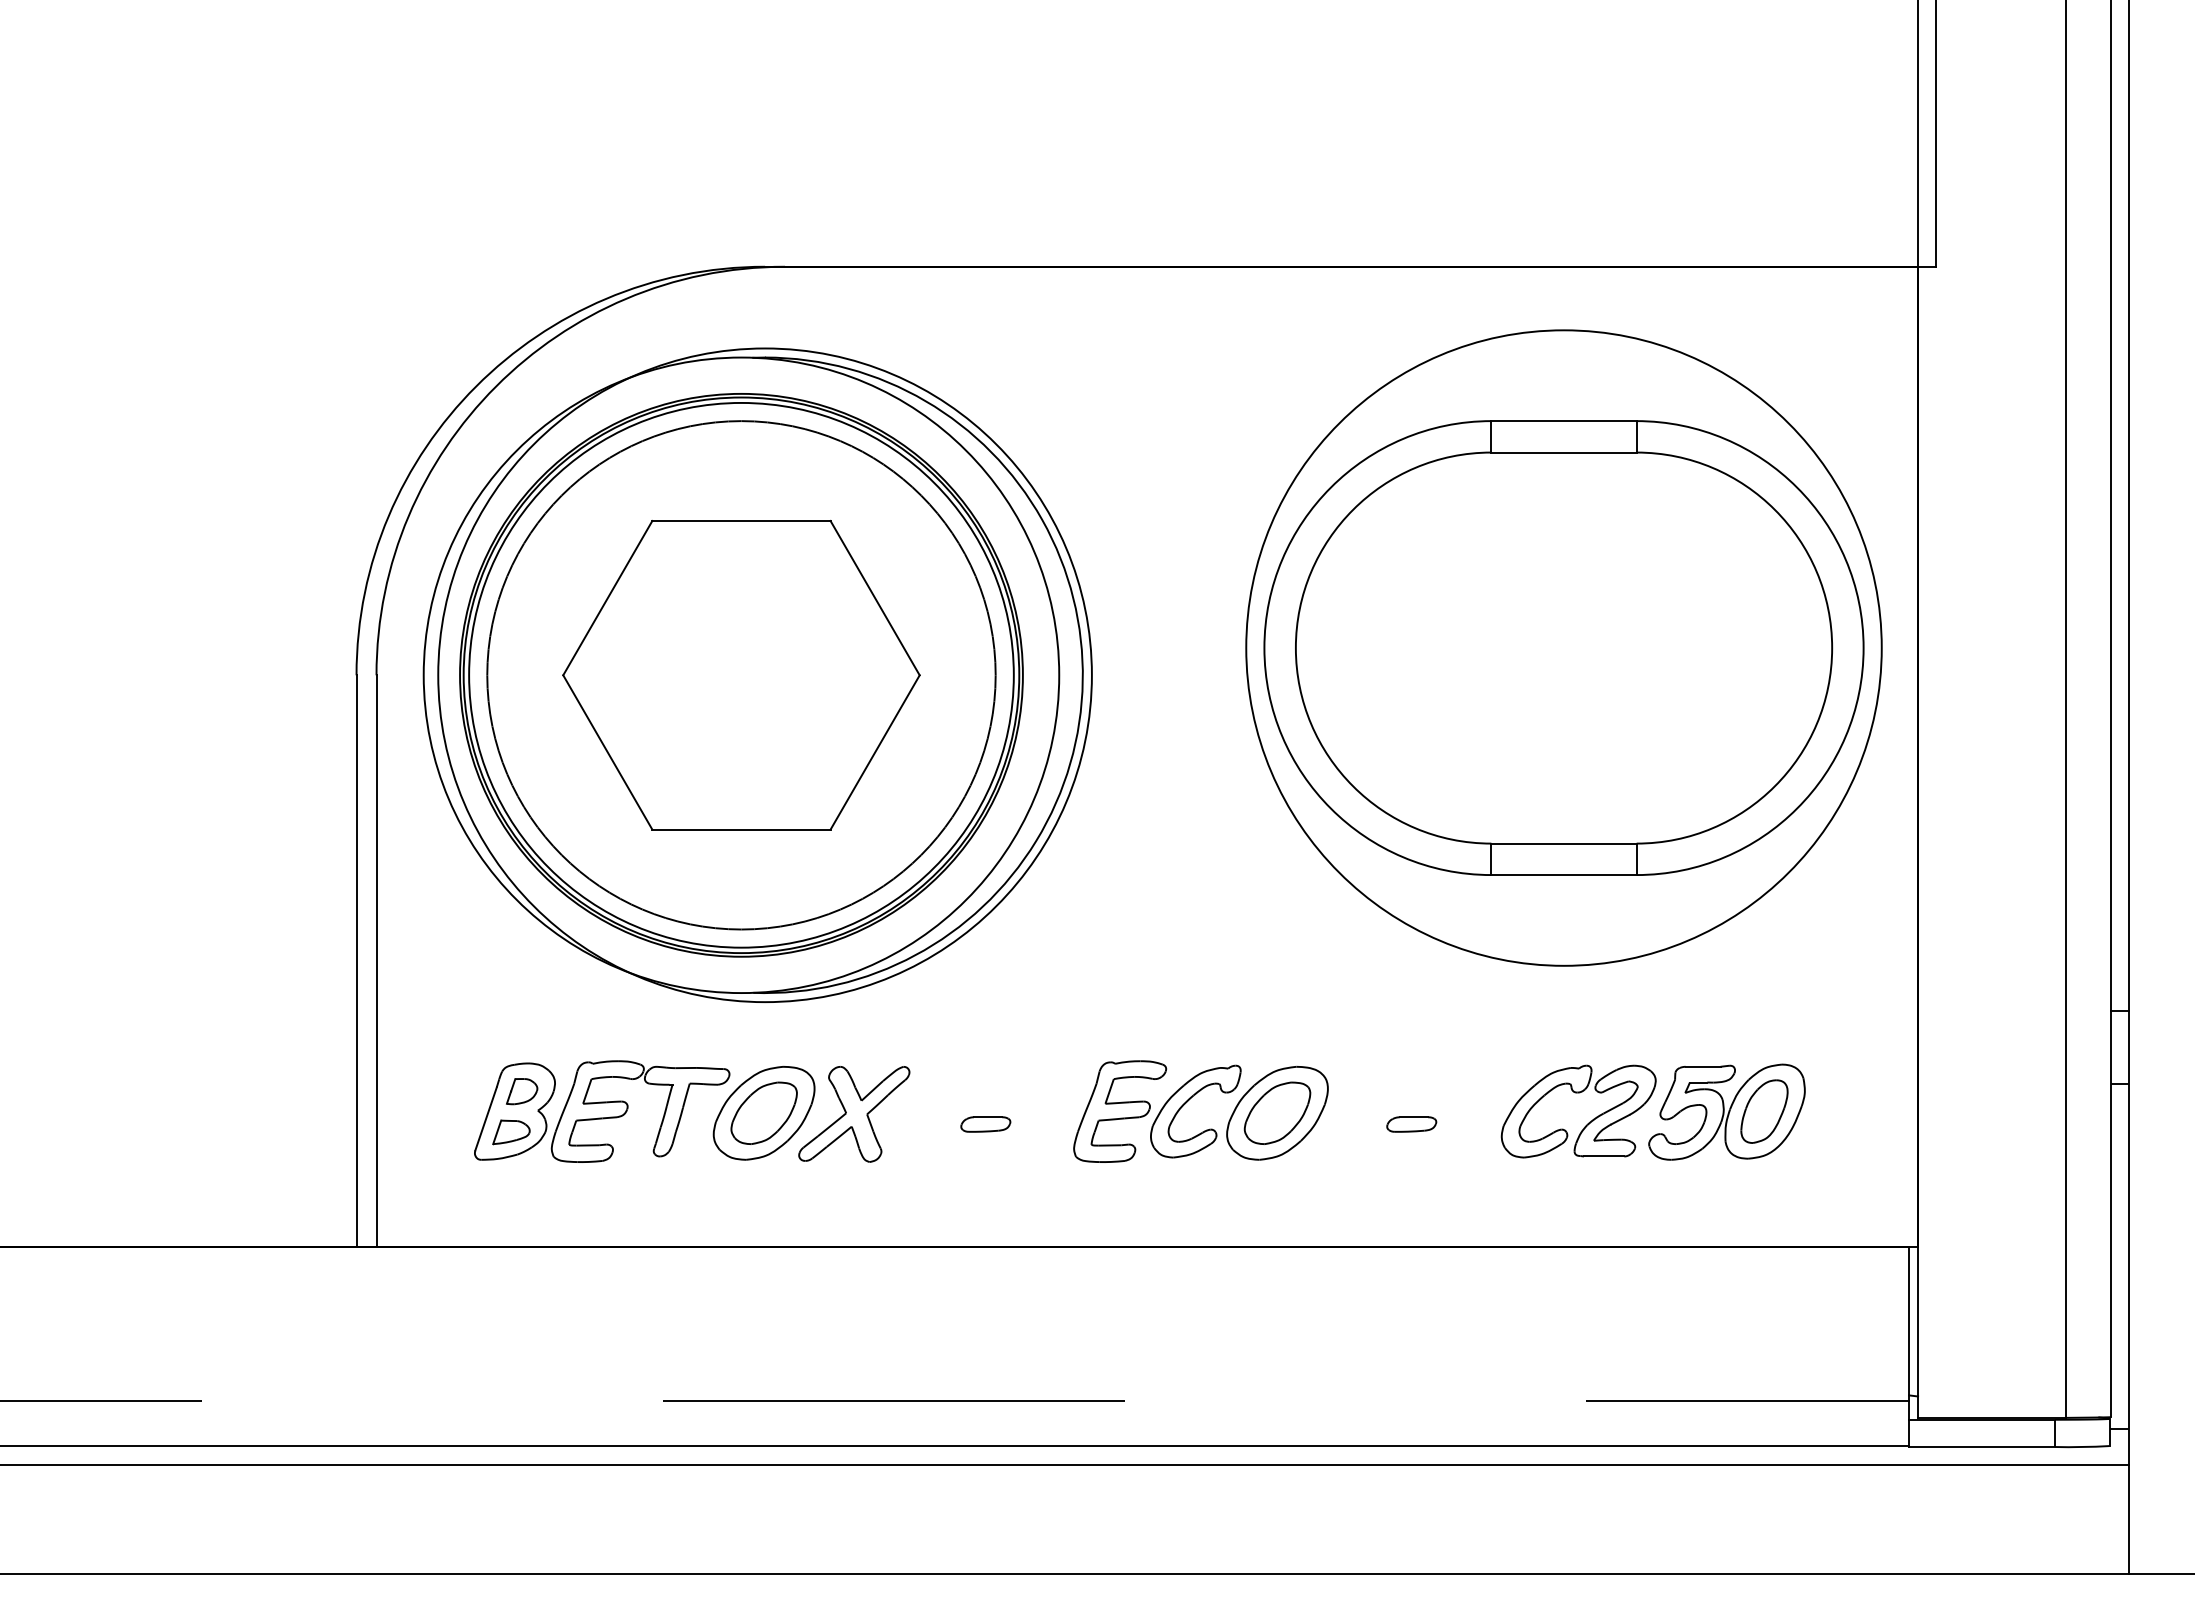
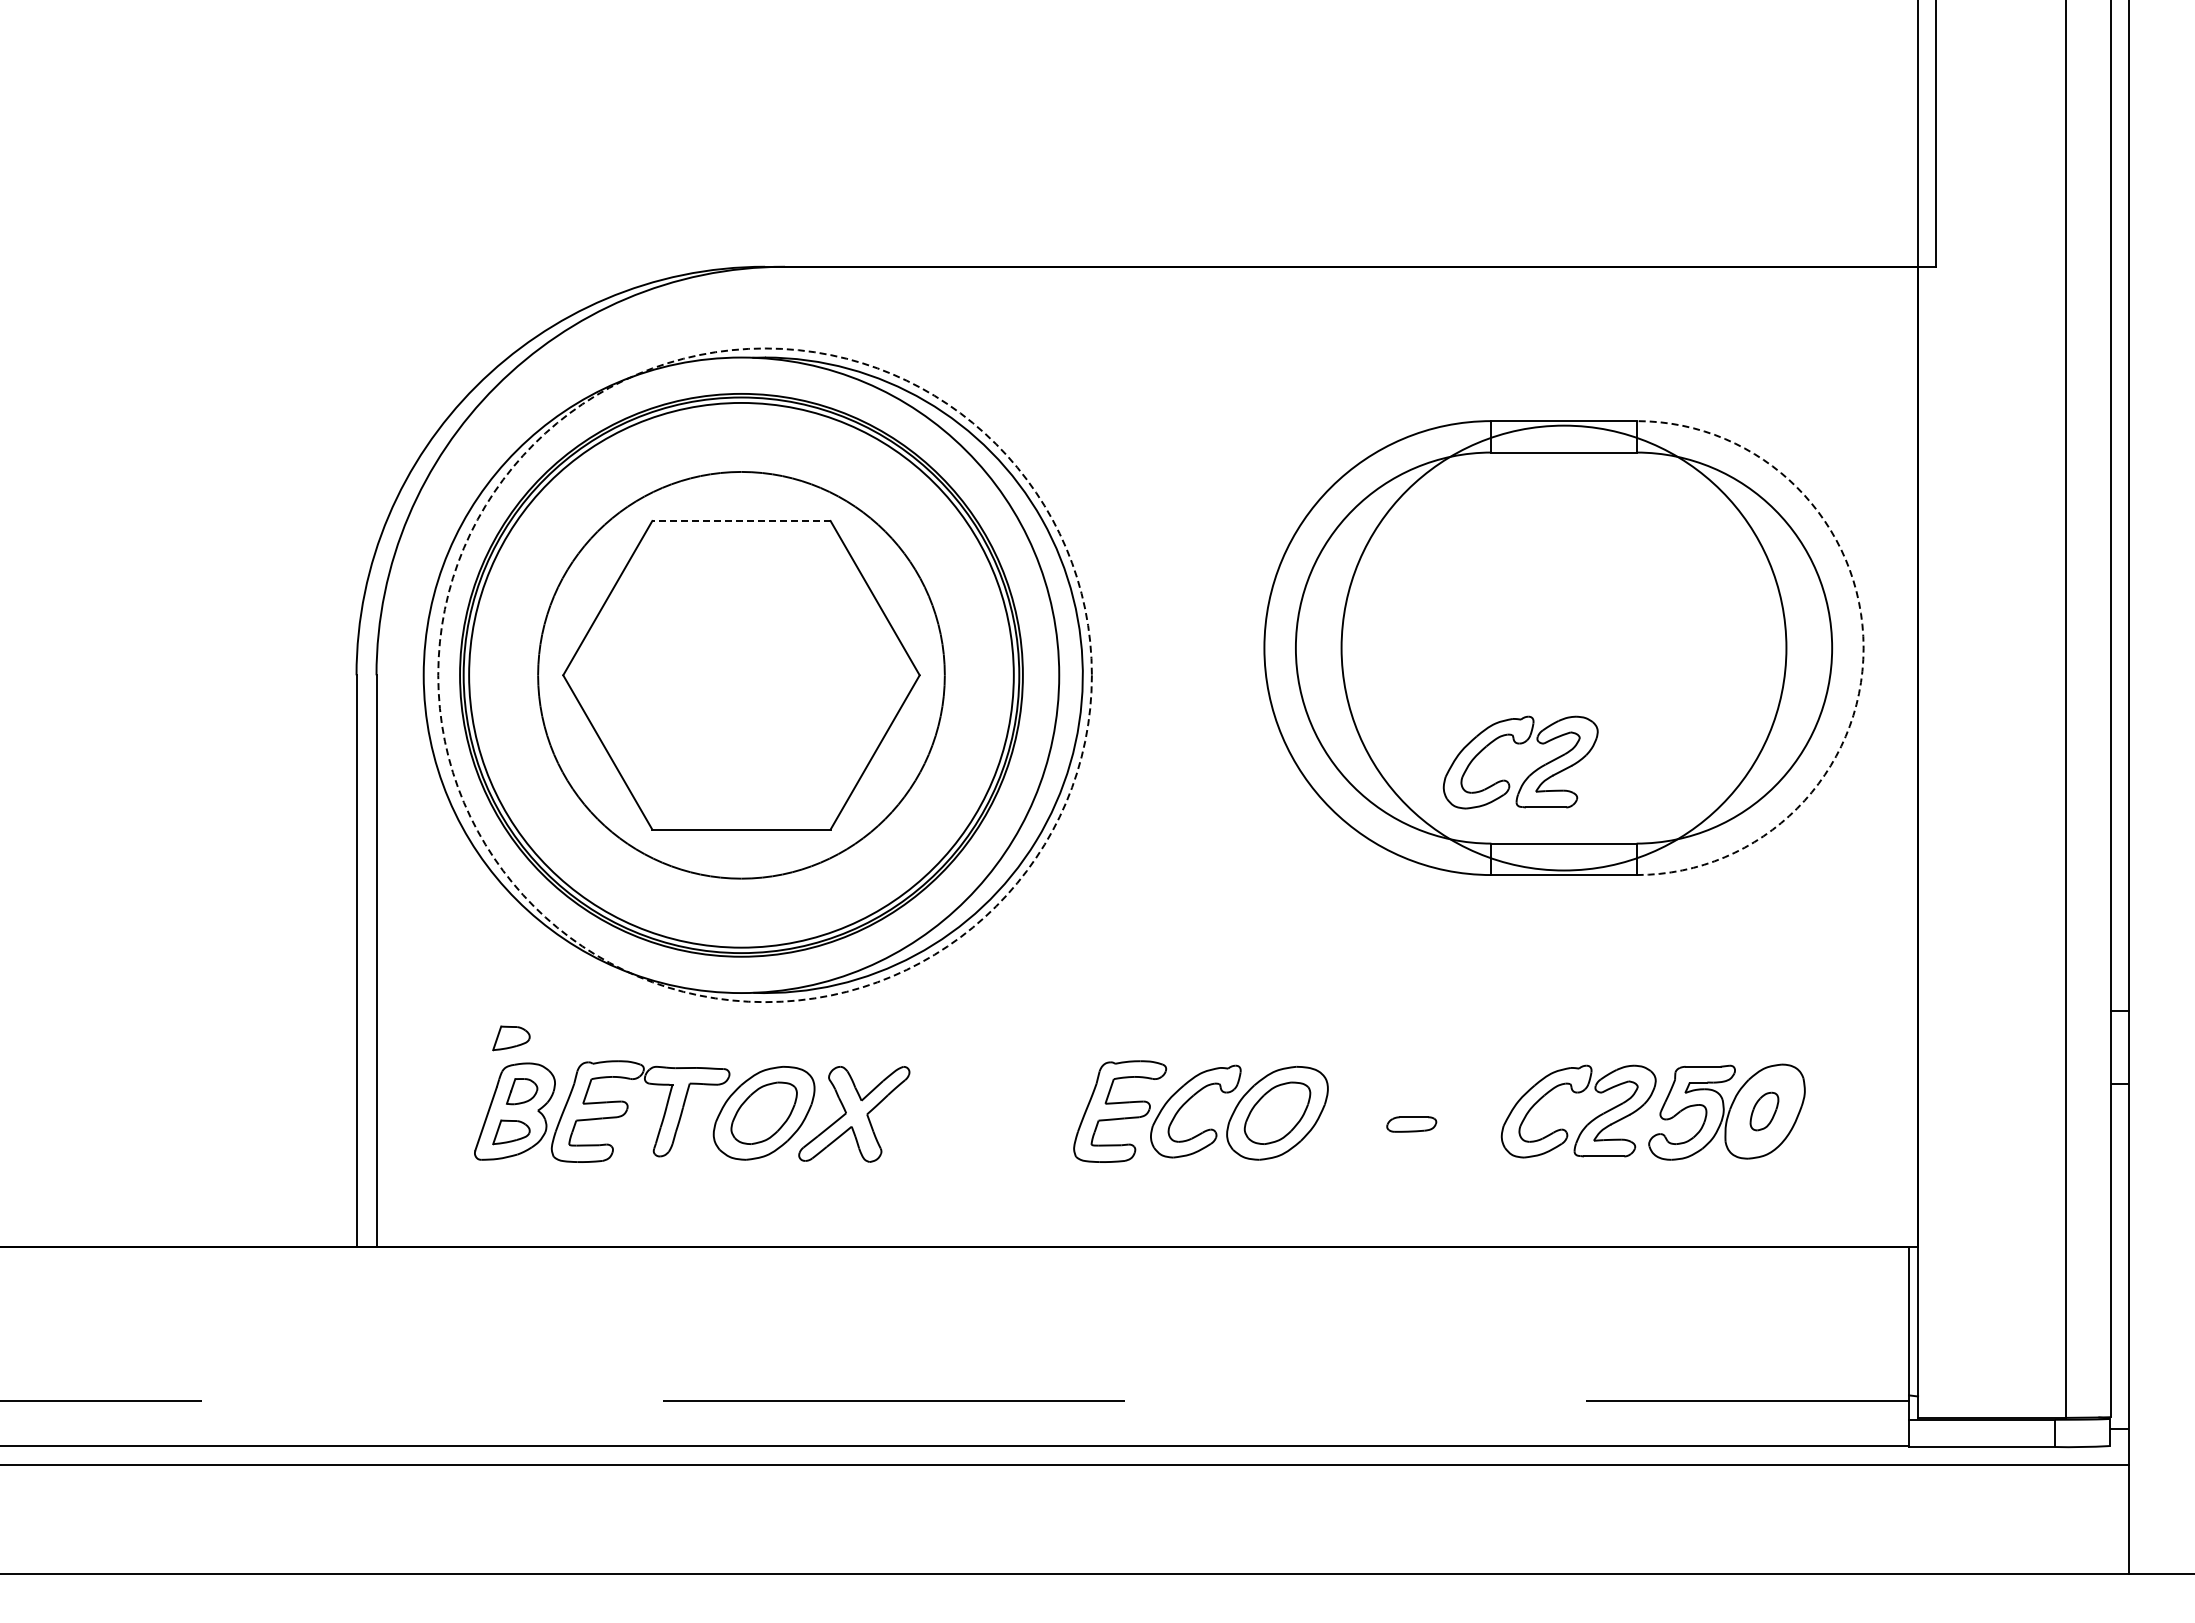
line at (740, 520): solid -> dashed
circle at (1563, 647) diameter: 636 px -> 445 px
arc at (1863, 648): solid -> dashed
circle at (741, 675) diameter: 508 px -> 407 px
circle at (764, 675): solid -> dashed
part at (1531, 772): none -> present
part at (511, 1038): none -> present
part at (1764, 1111) size: 49x65 px -> 31x41 px
part at (985, 1124): present -> none
